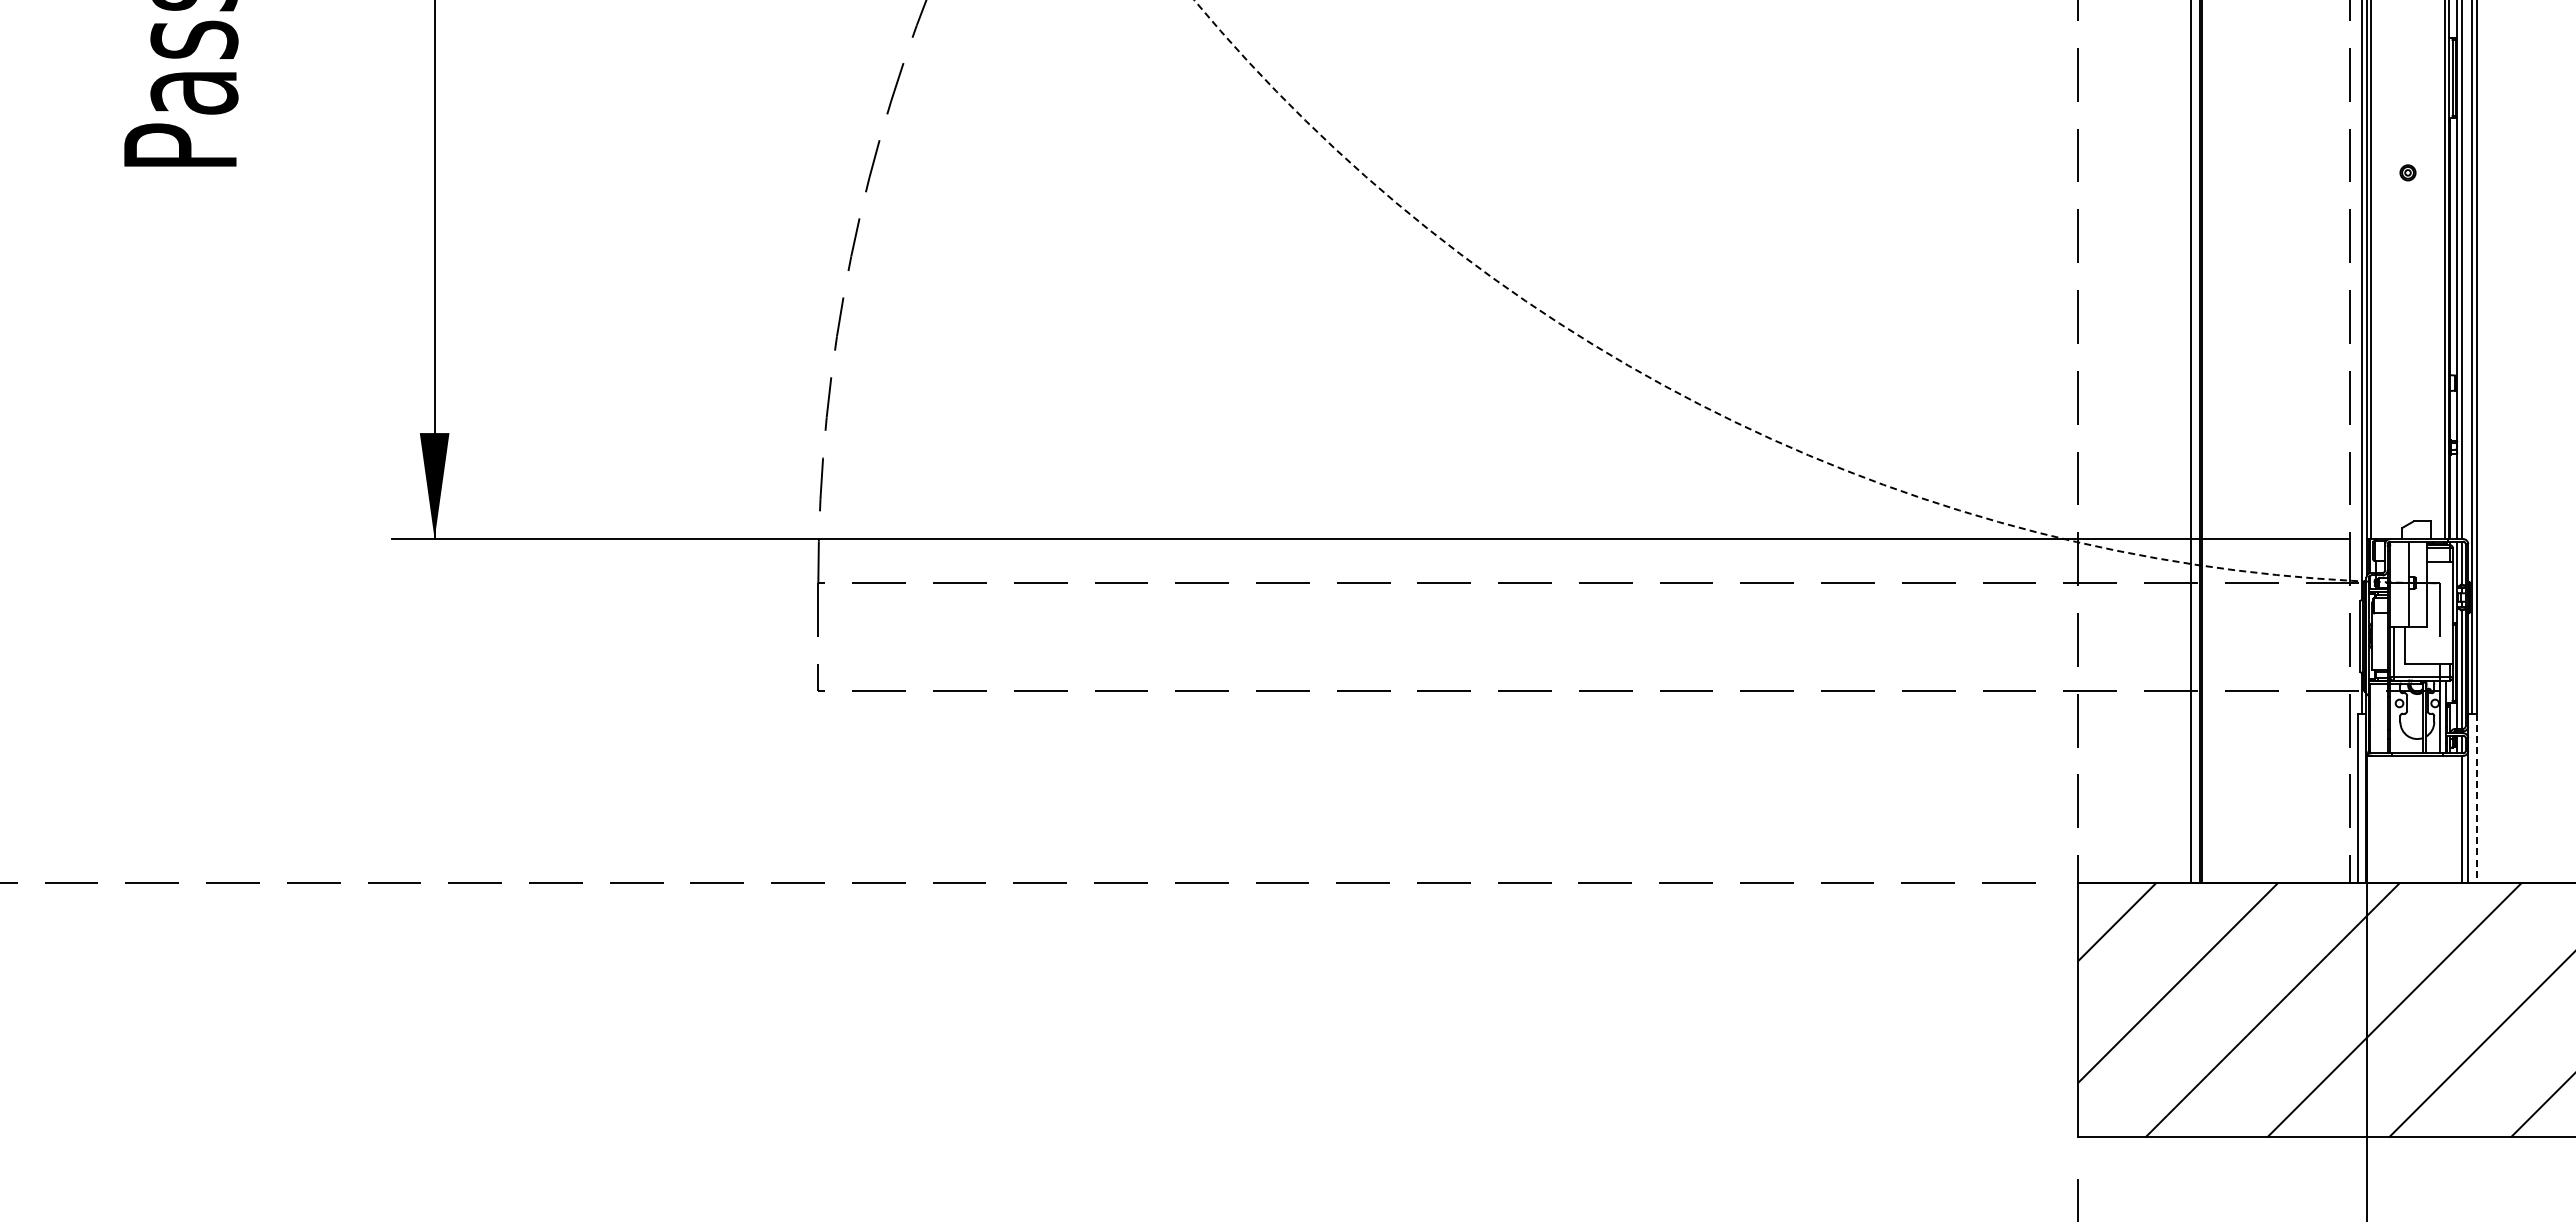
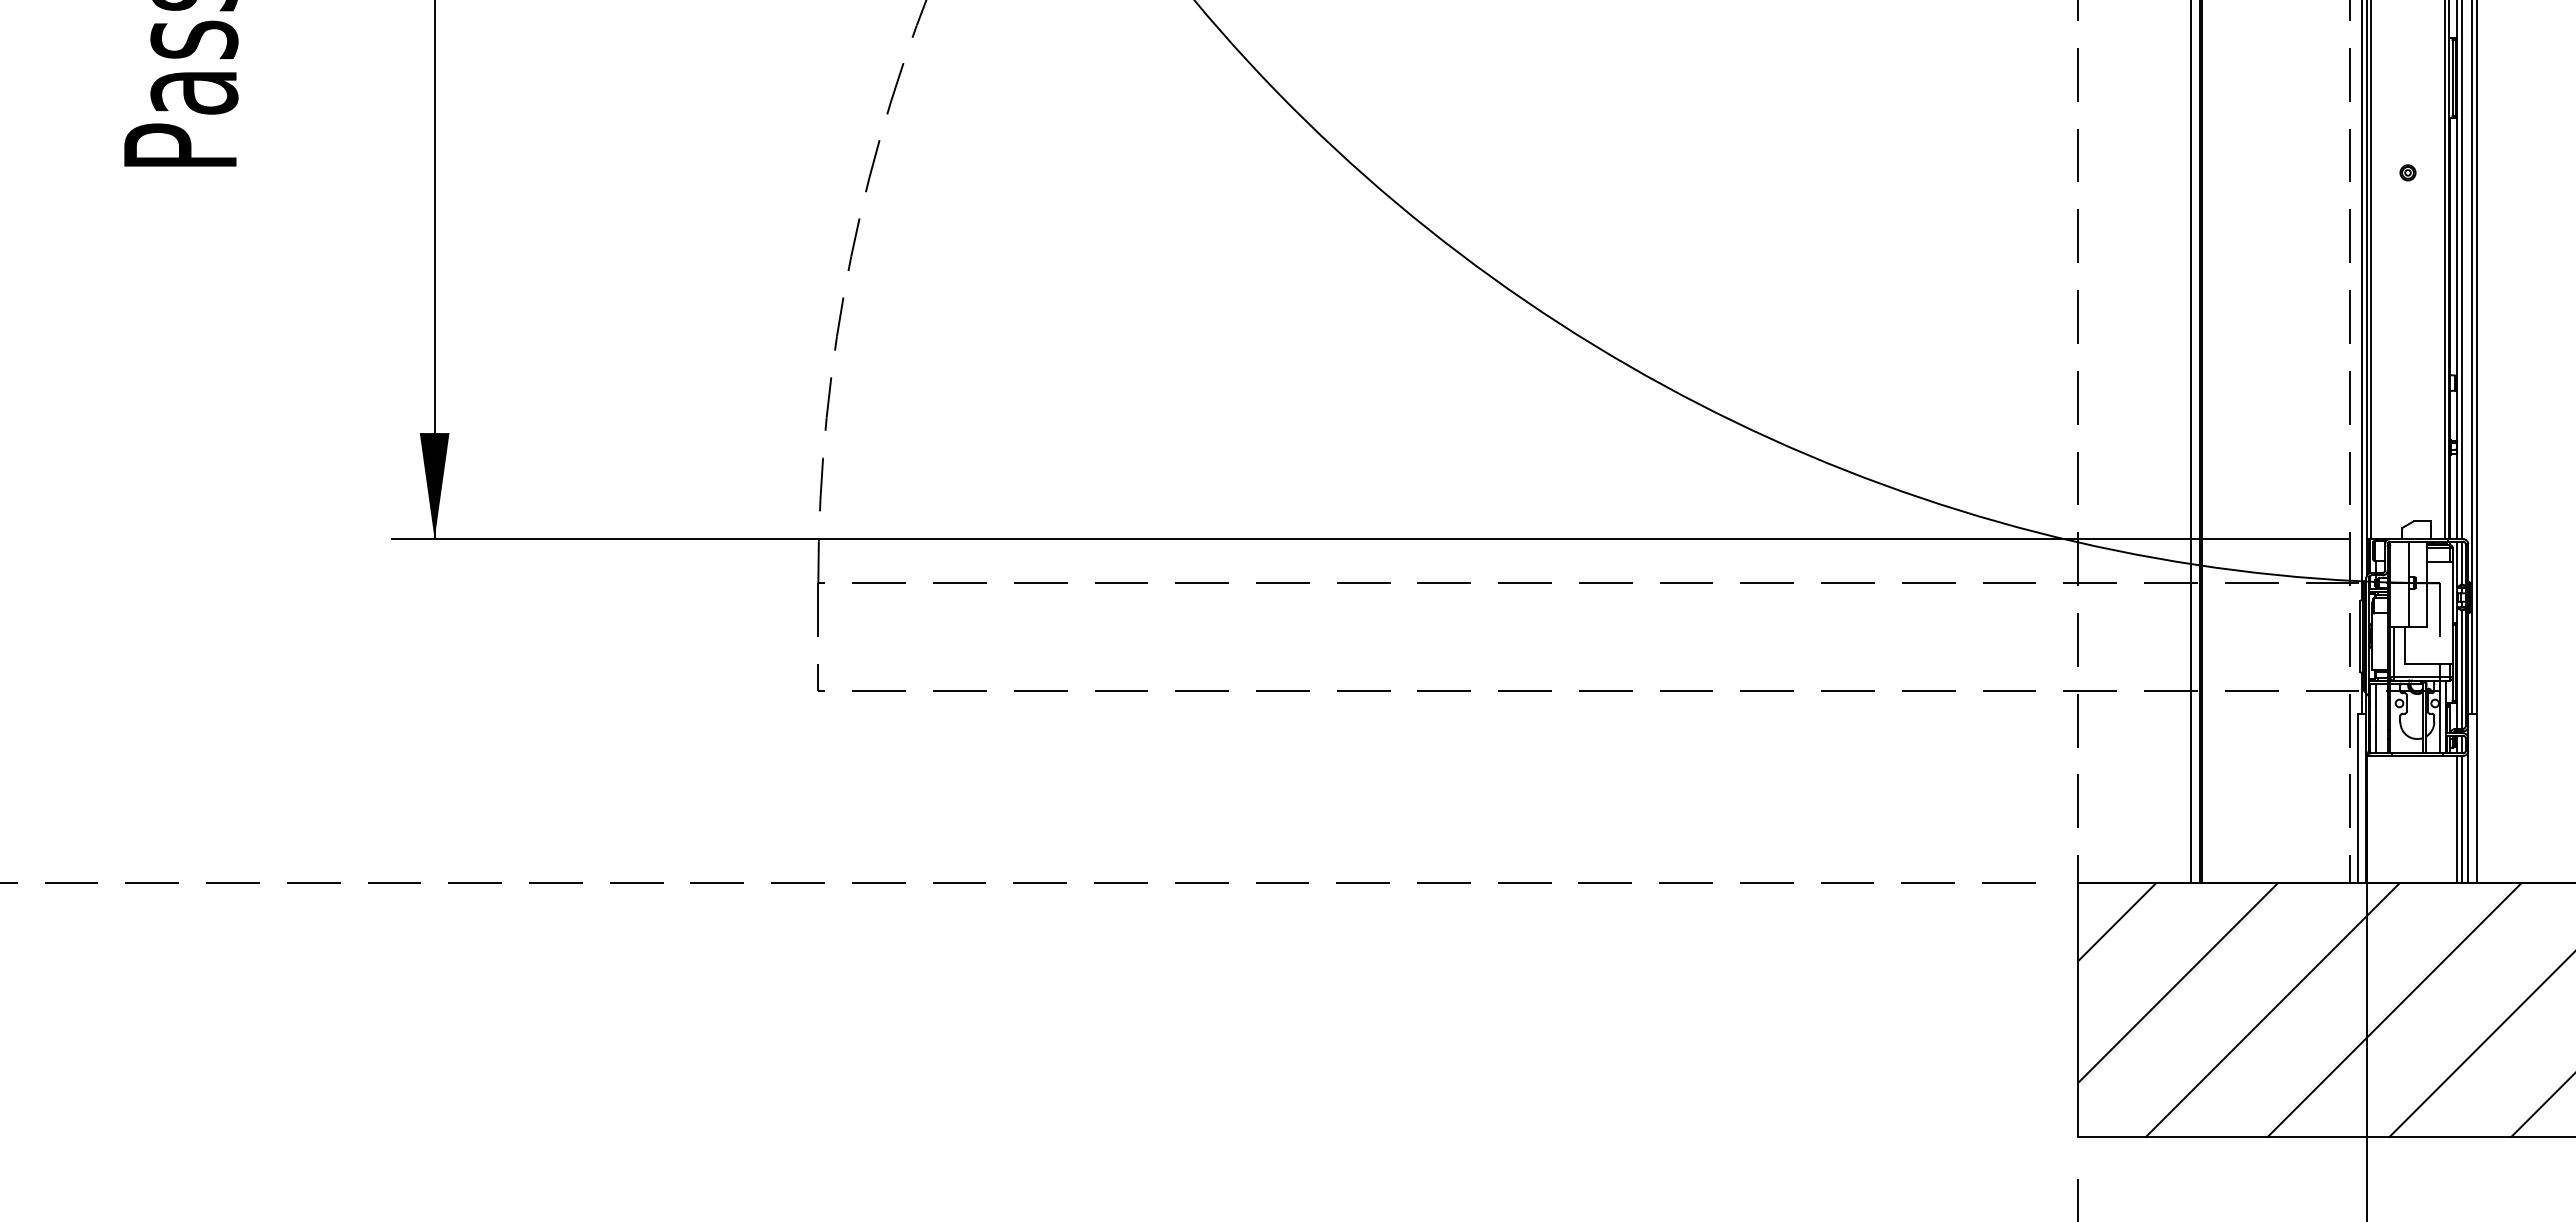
arc at (1752, 430): dashed -> solid
line at (2375, 718): none -> present
line at (2476, 798): dashed -> solid
line at (2457, 819): none -> present
